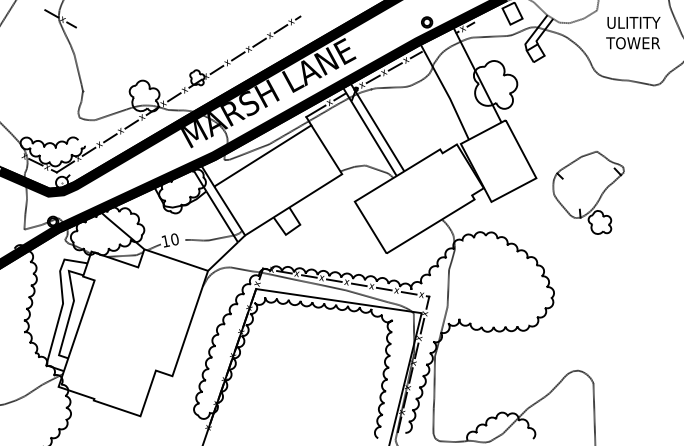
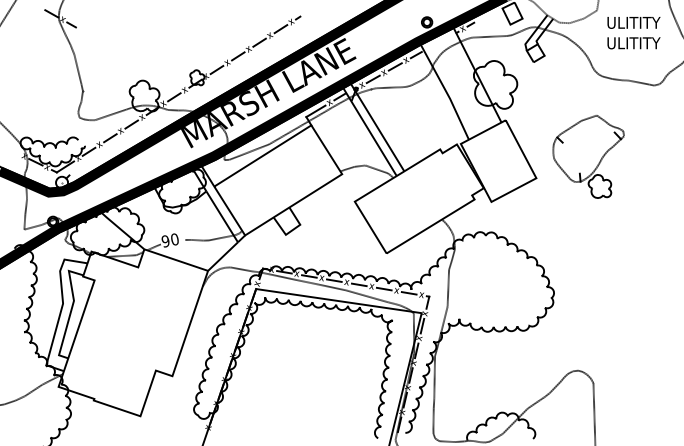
text at (633, 43): TOWER -> ULITITY
part at (588, 192) position: (588, 192) -> (588, 156)
text at (165, 241): 10 -> 90
